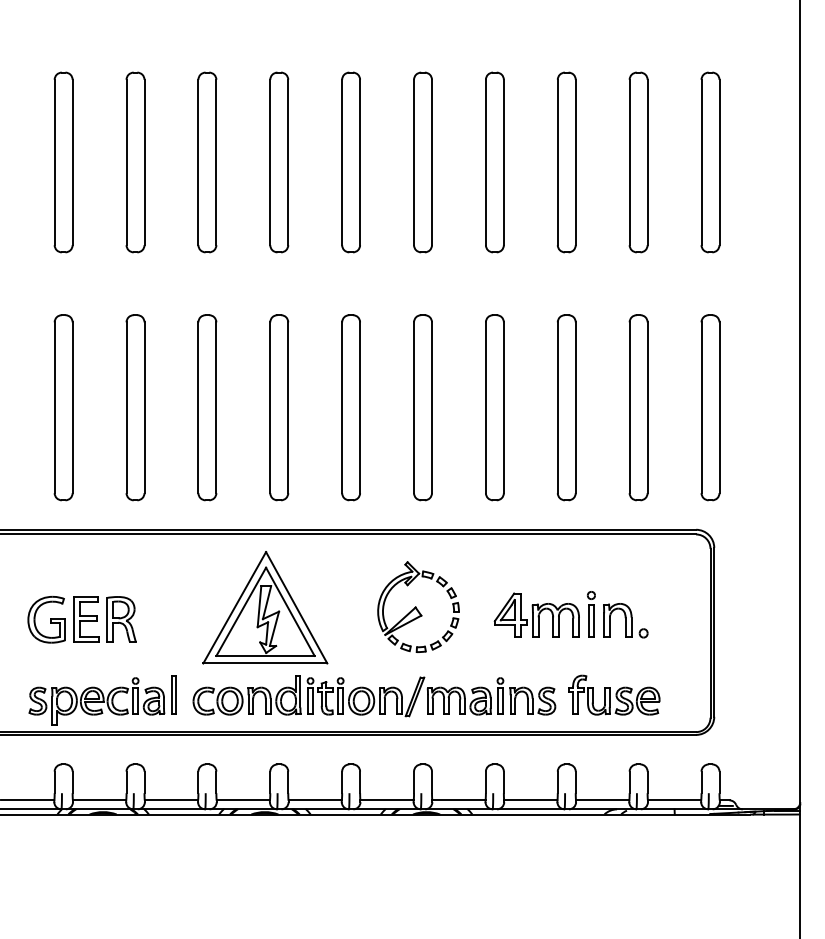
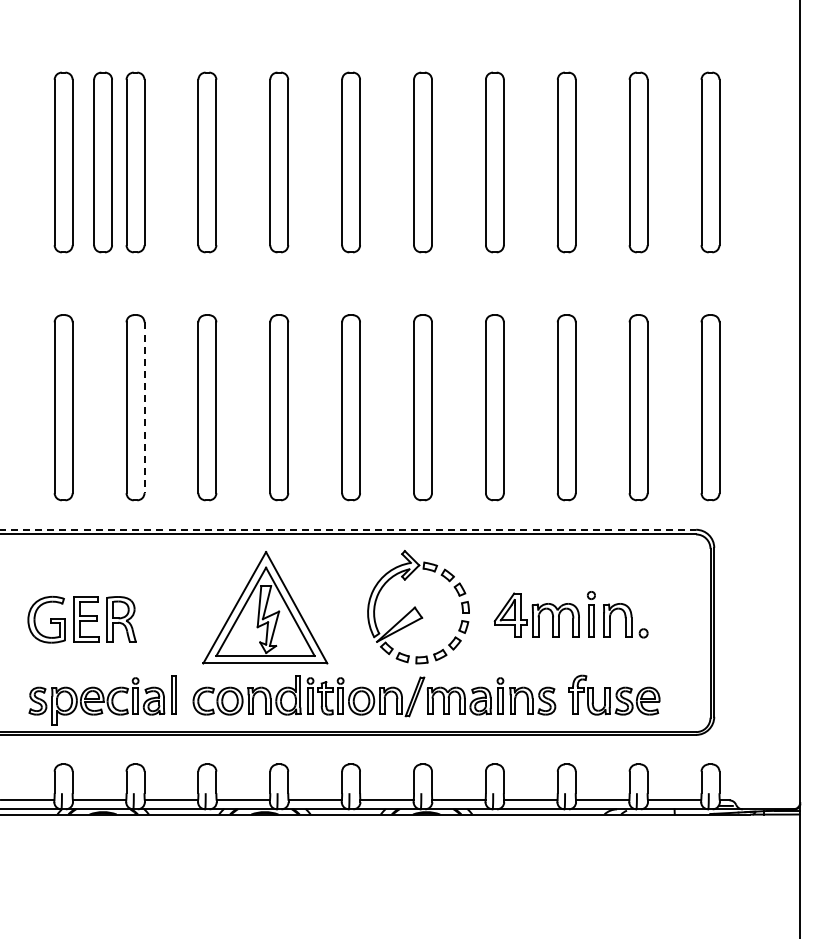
part at (102, 162): none -> present
line at (144, 408): solid -> dashed
line at (348, 529): solid -> dashed
part at (418, 606) size: 83x92 px -> 103x115 px
